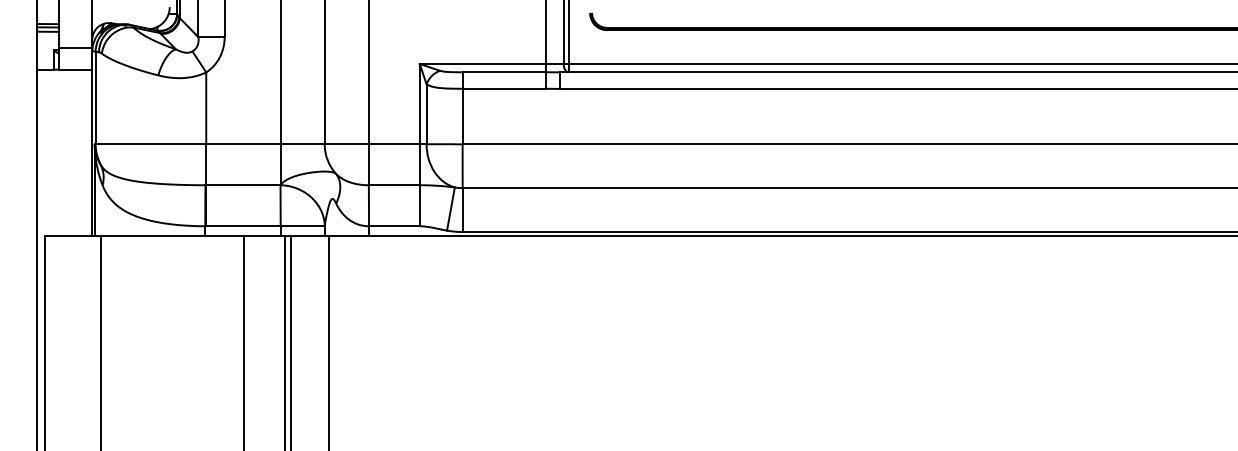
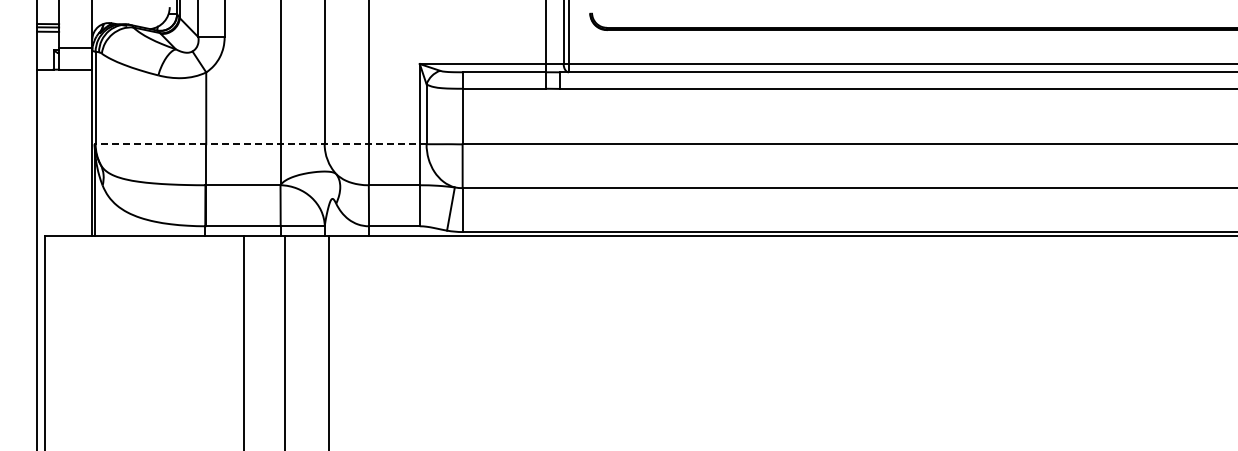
line at (260, 144): solid -> dashed
line at (100, 341): present -> none
line at (291, 341): present -> none
